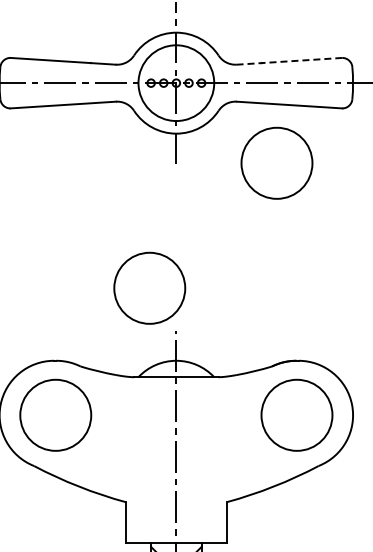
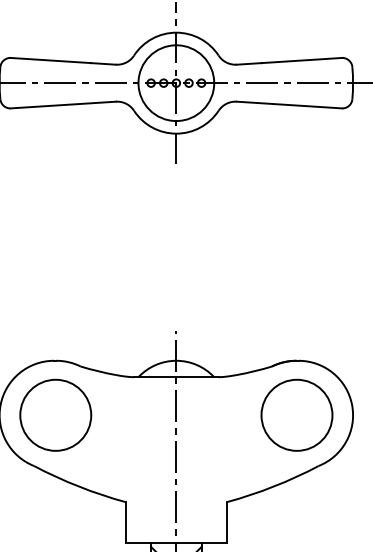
line at (289, 61): dashed -> solid
part at (276, 162): present -> none
part at (149, 287): present -> none
